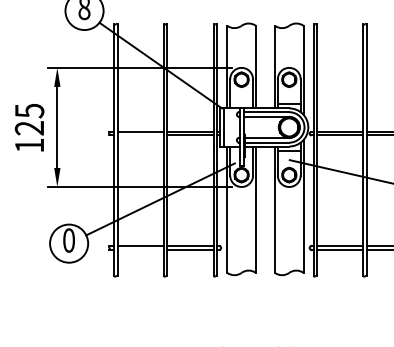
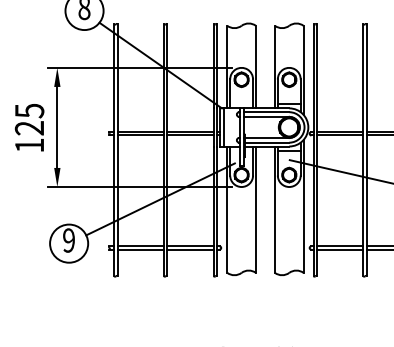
line at (140, 135): none -> present
text at (68, 240): 0 -> 9
line at (140, 249): none -> present
